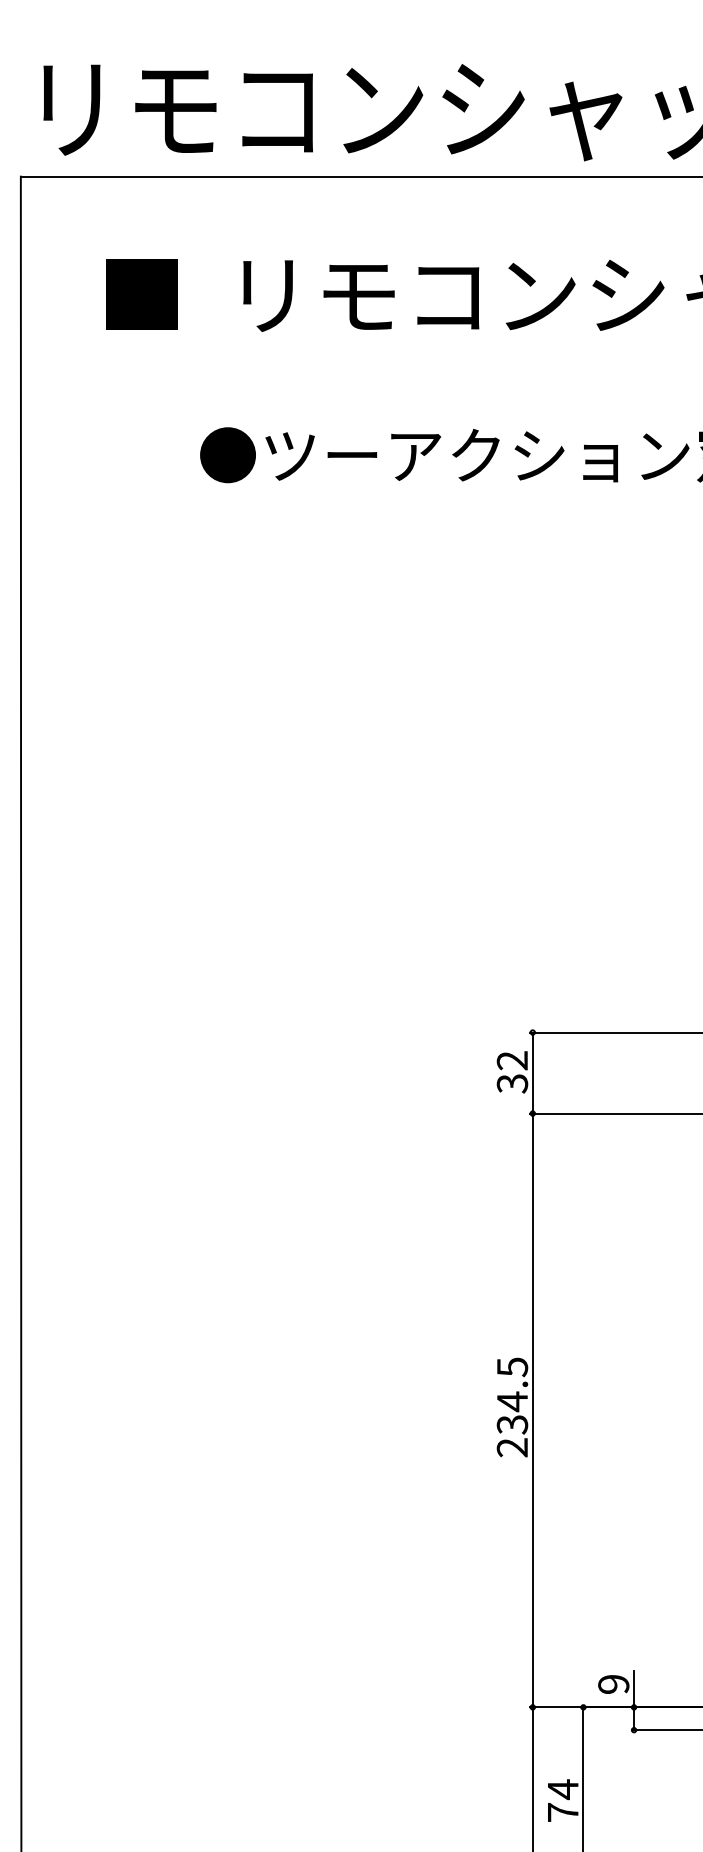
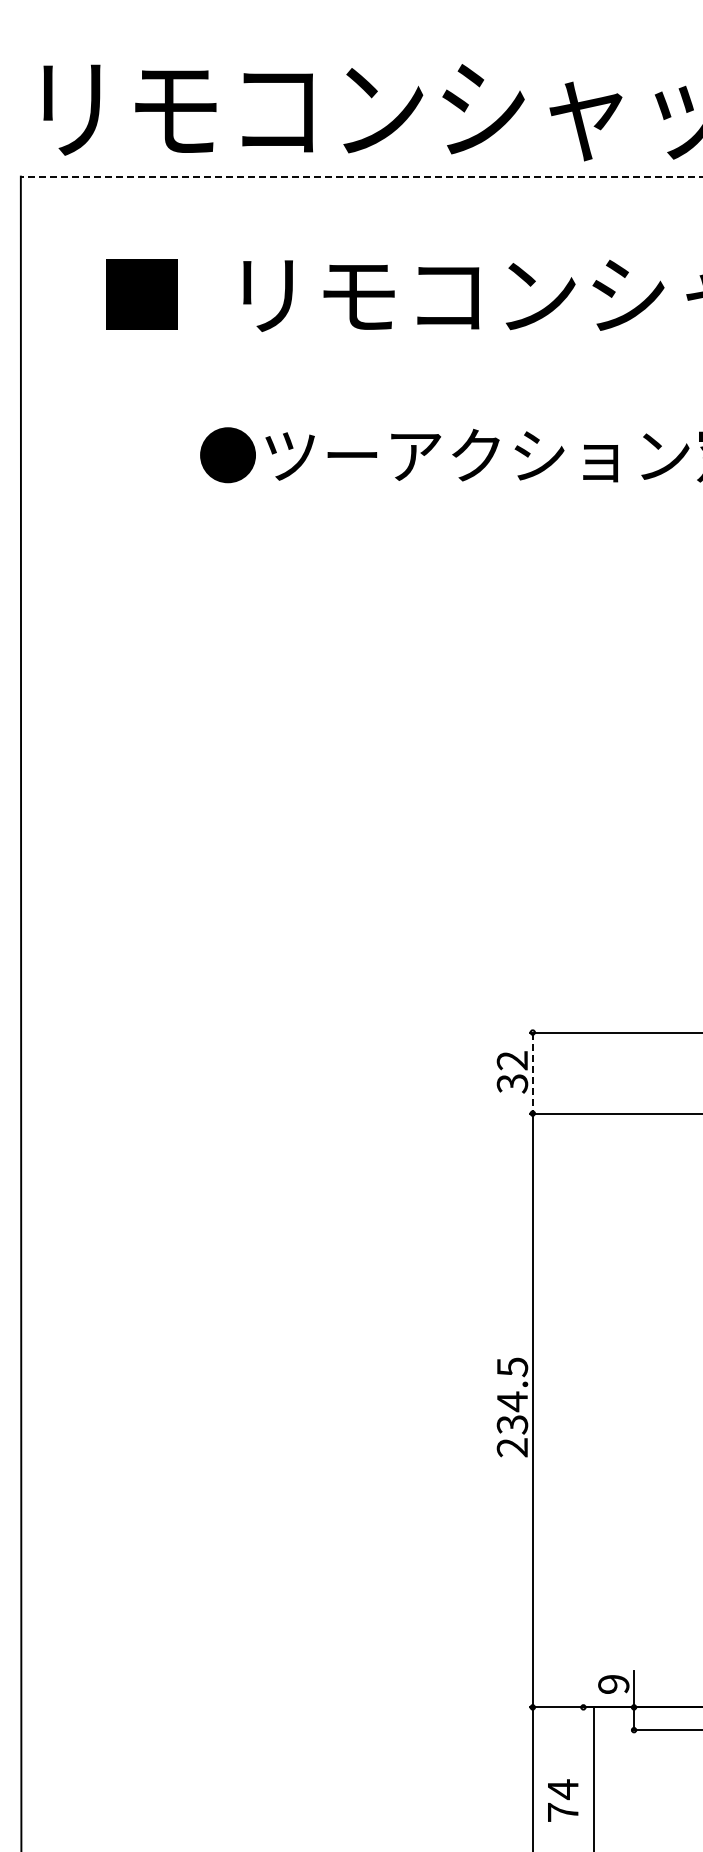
line at (361, 176): solid -> dashed
line at (532, 1073): solid -> dashed
line at (583, 1777) position: (583, 1777) -> (594, 1777)
